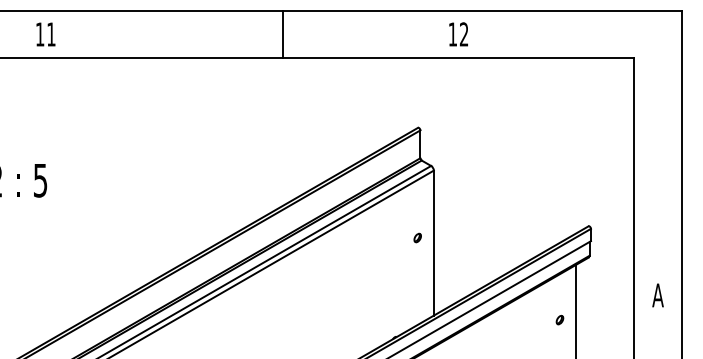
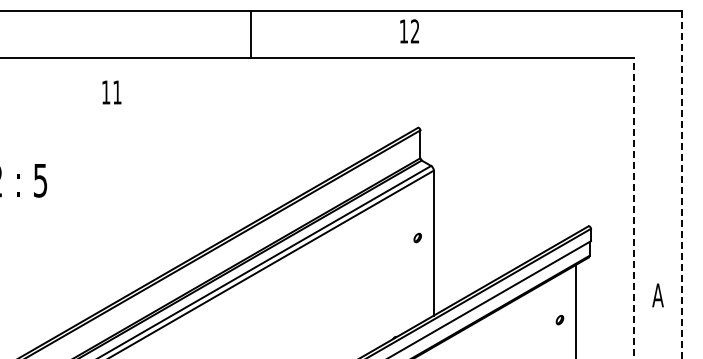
text at (45, 34) position: (45, 34) -> (111, 92)
line at (283, 34) position: (283, 34) -> (251, 34)
text at (458, 34) position: (458, 34) -> (409, 31)
line at (681, 184): solid -> dashed
line at (634, 208): solid -> dashed
